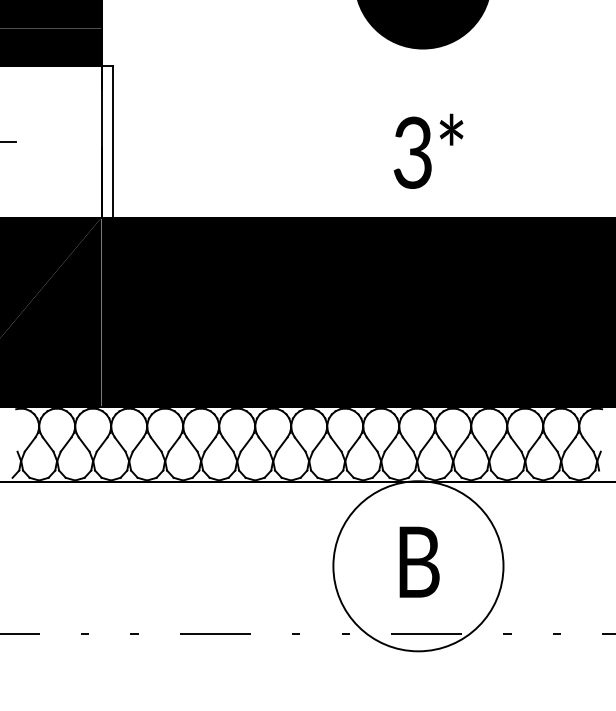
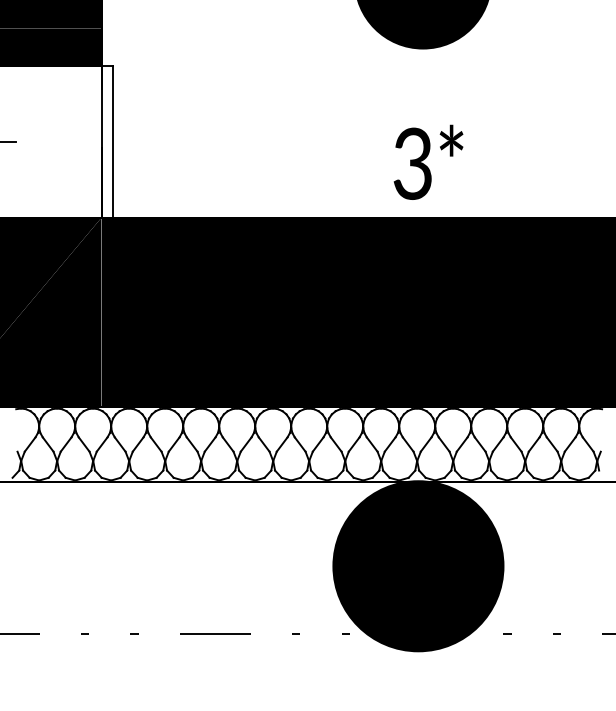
text at (428, 150) position: (428, 150) -> (428, 161)
fill at (418, 566): none -> present
